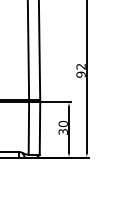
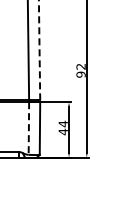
line at (39, 50): solid -> dashed
text at (62, 127): 30 -> 44
line at (28, 129): solid -> dashed
